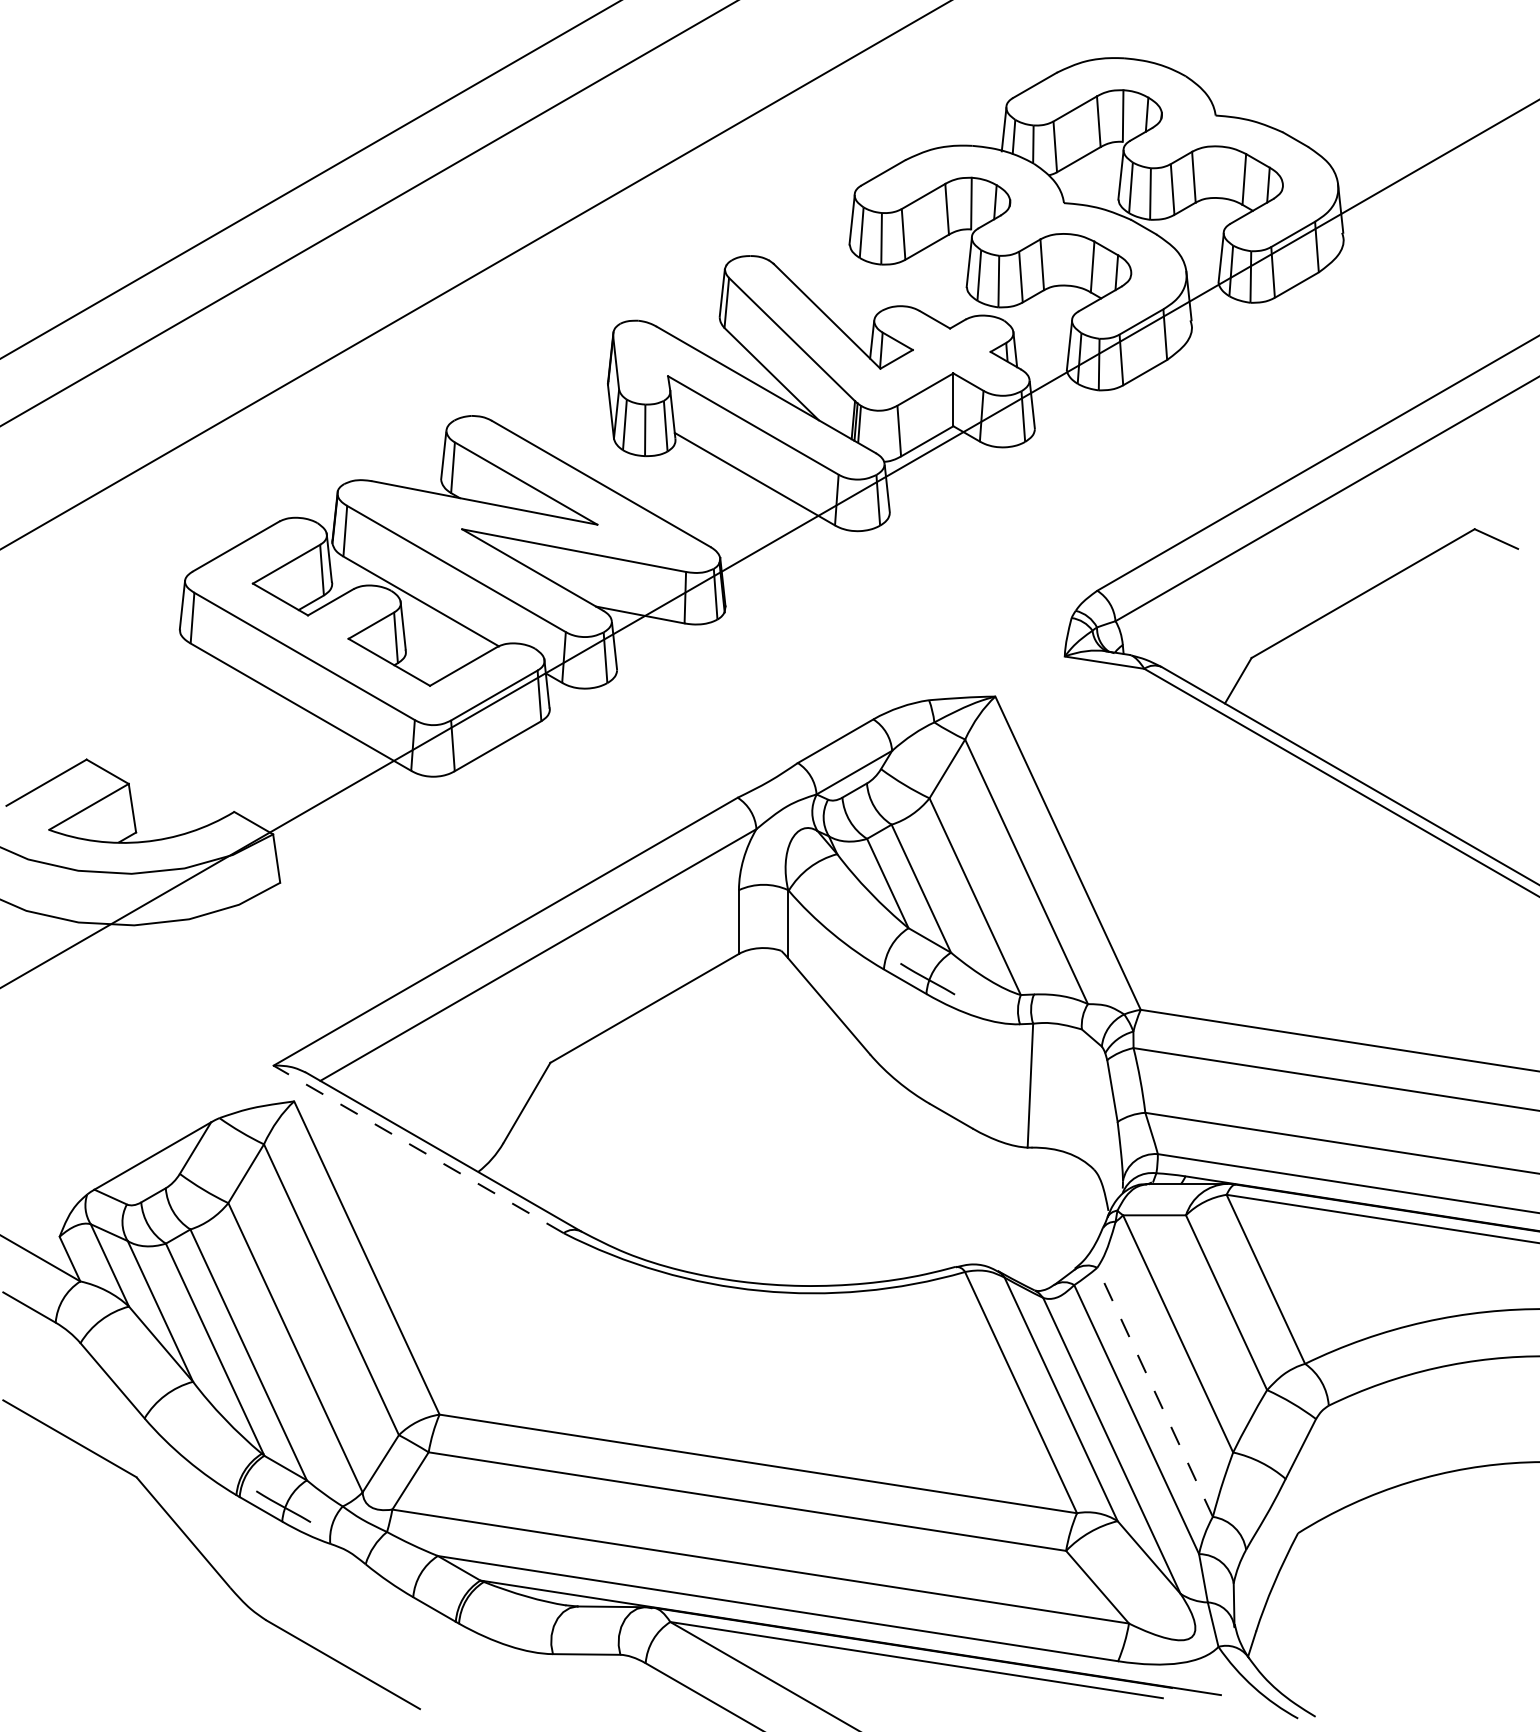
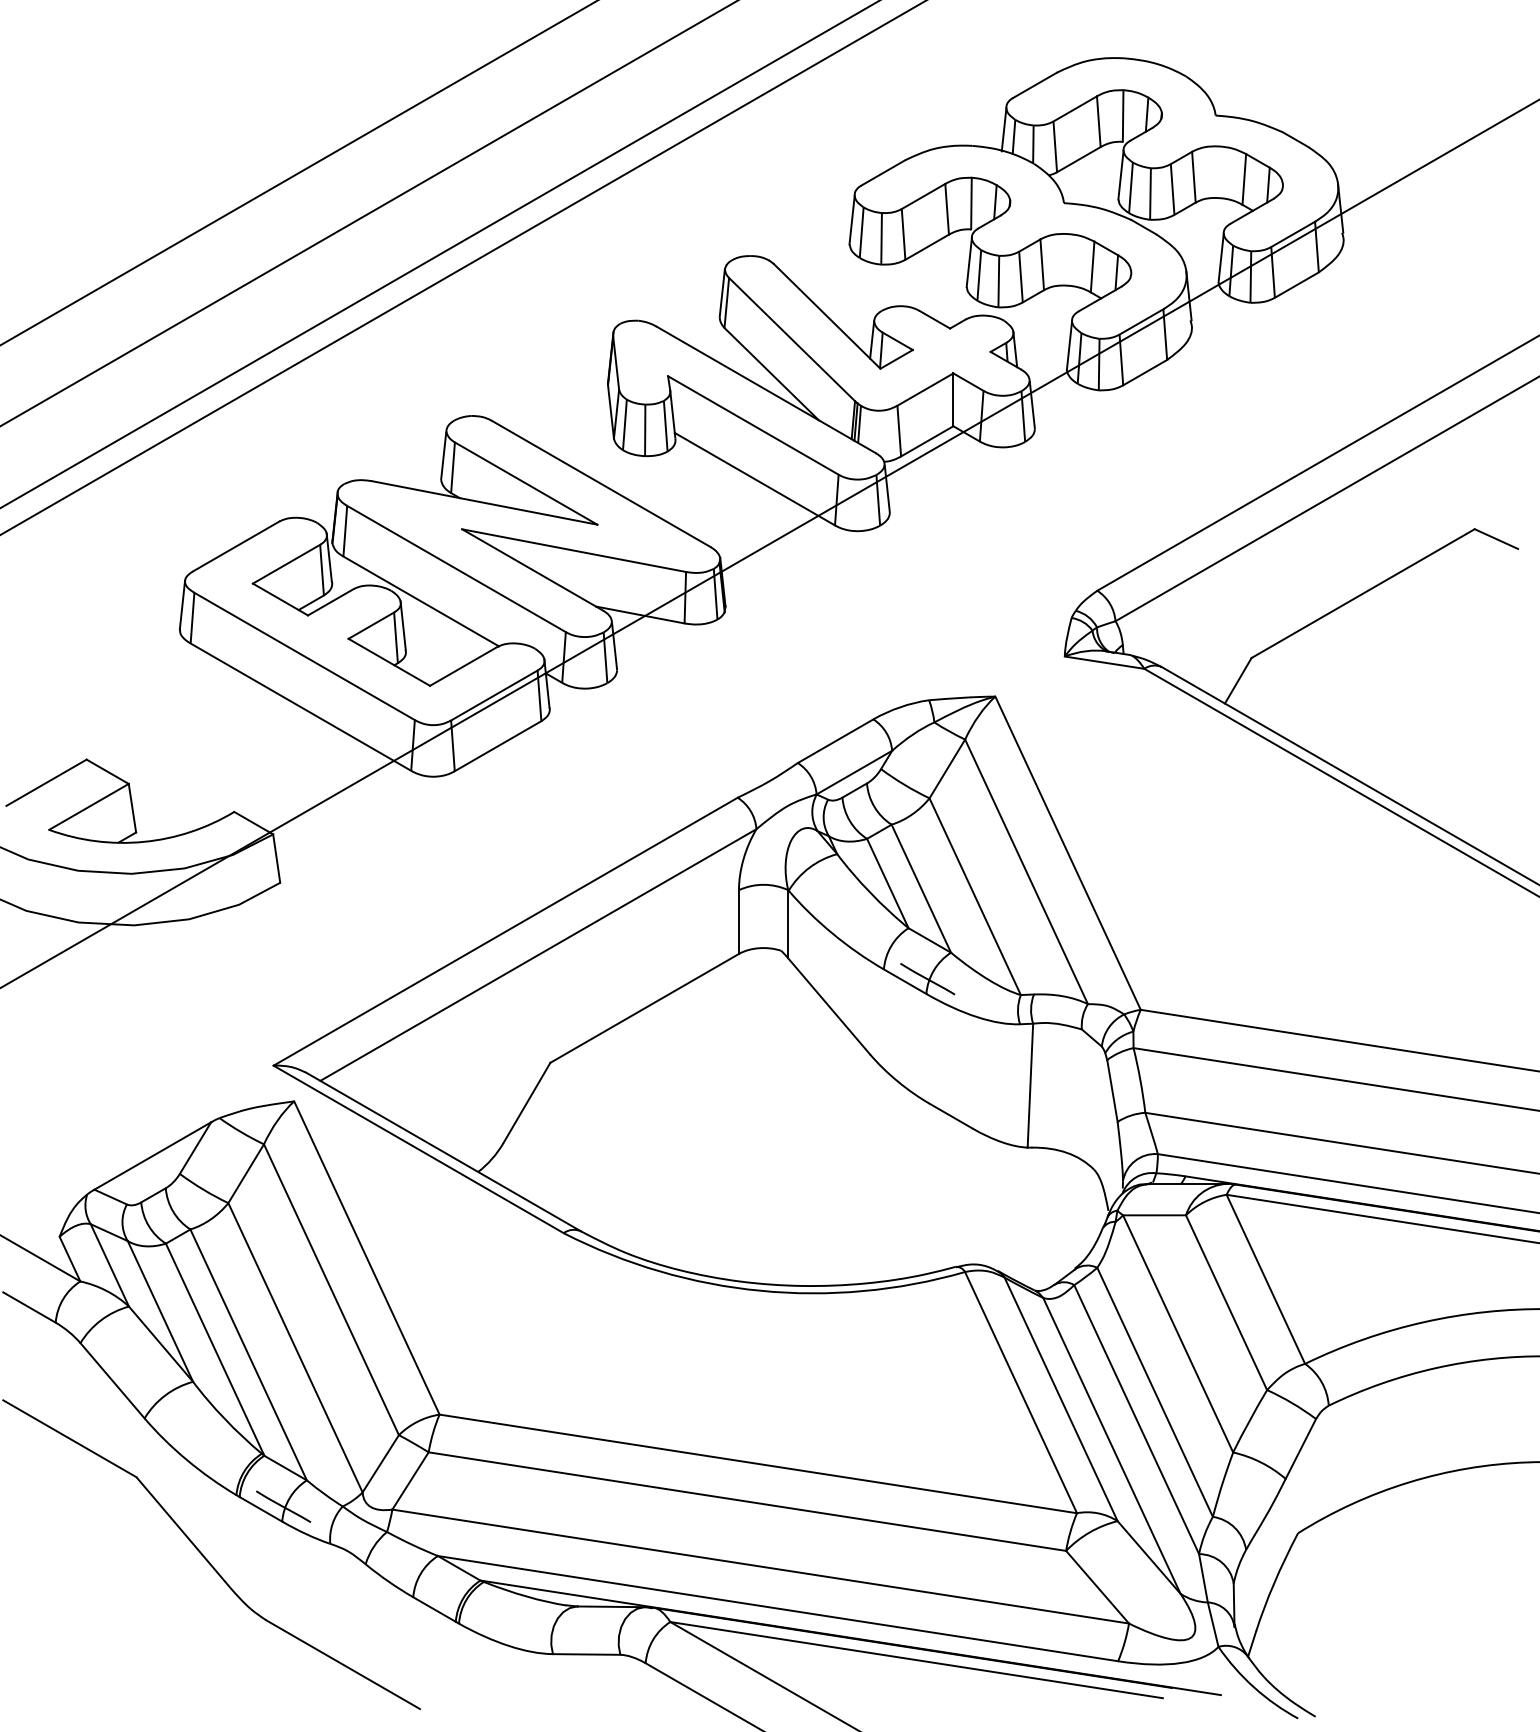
line at (310, 179) position: (310, 179) -> (298, 173)
line at (439, 254): none -> present
line at (475, 275) position: (475, 275) -> (462, 267)
line at (418, 1149): dashed -> solid
line at (1154, 1391): dashed -> solid
